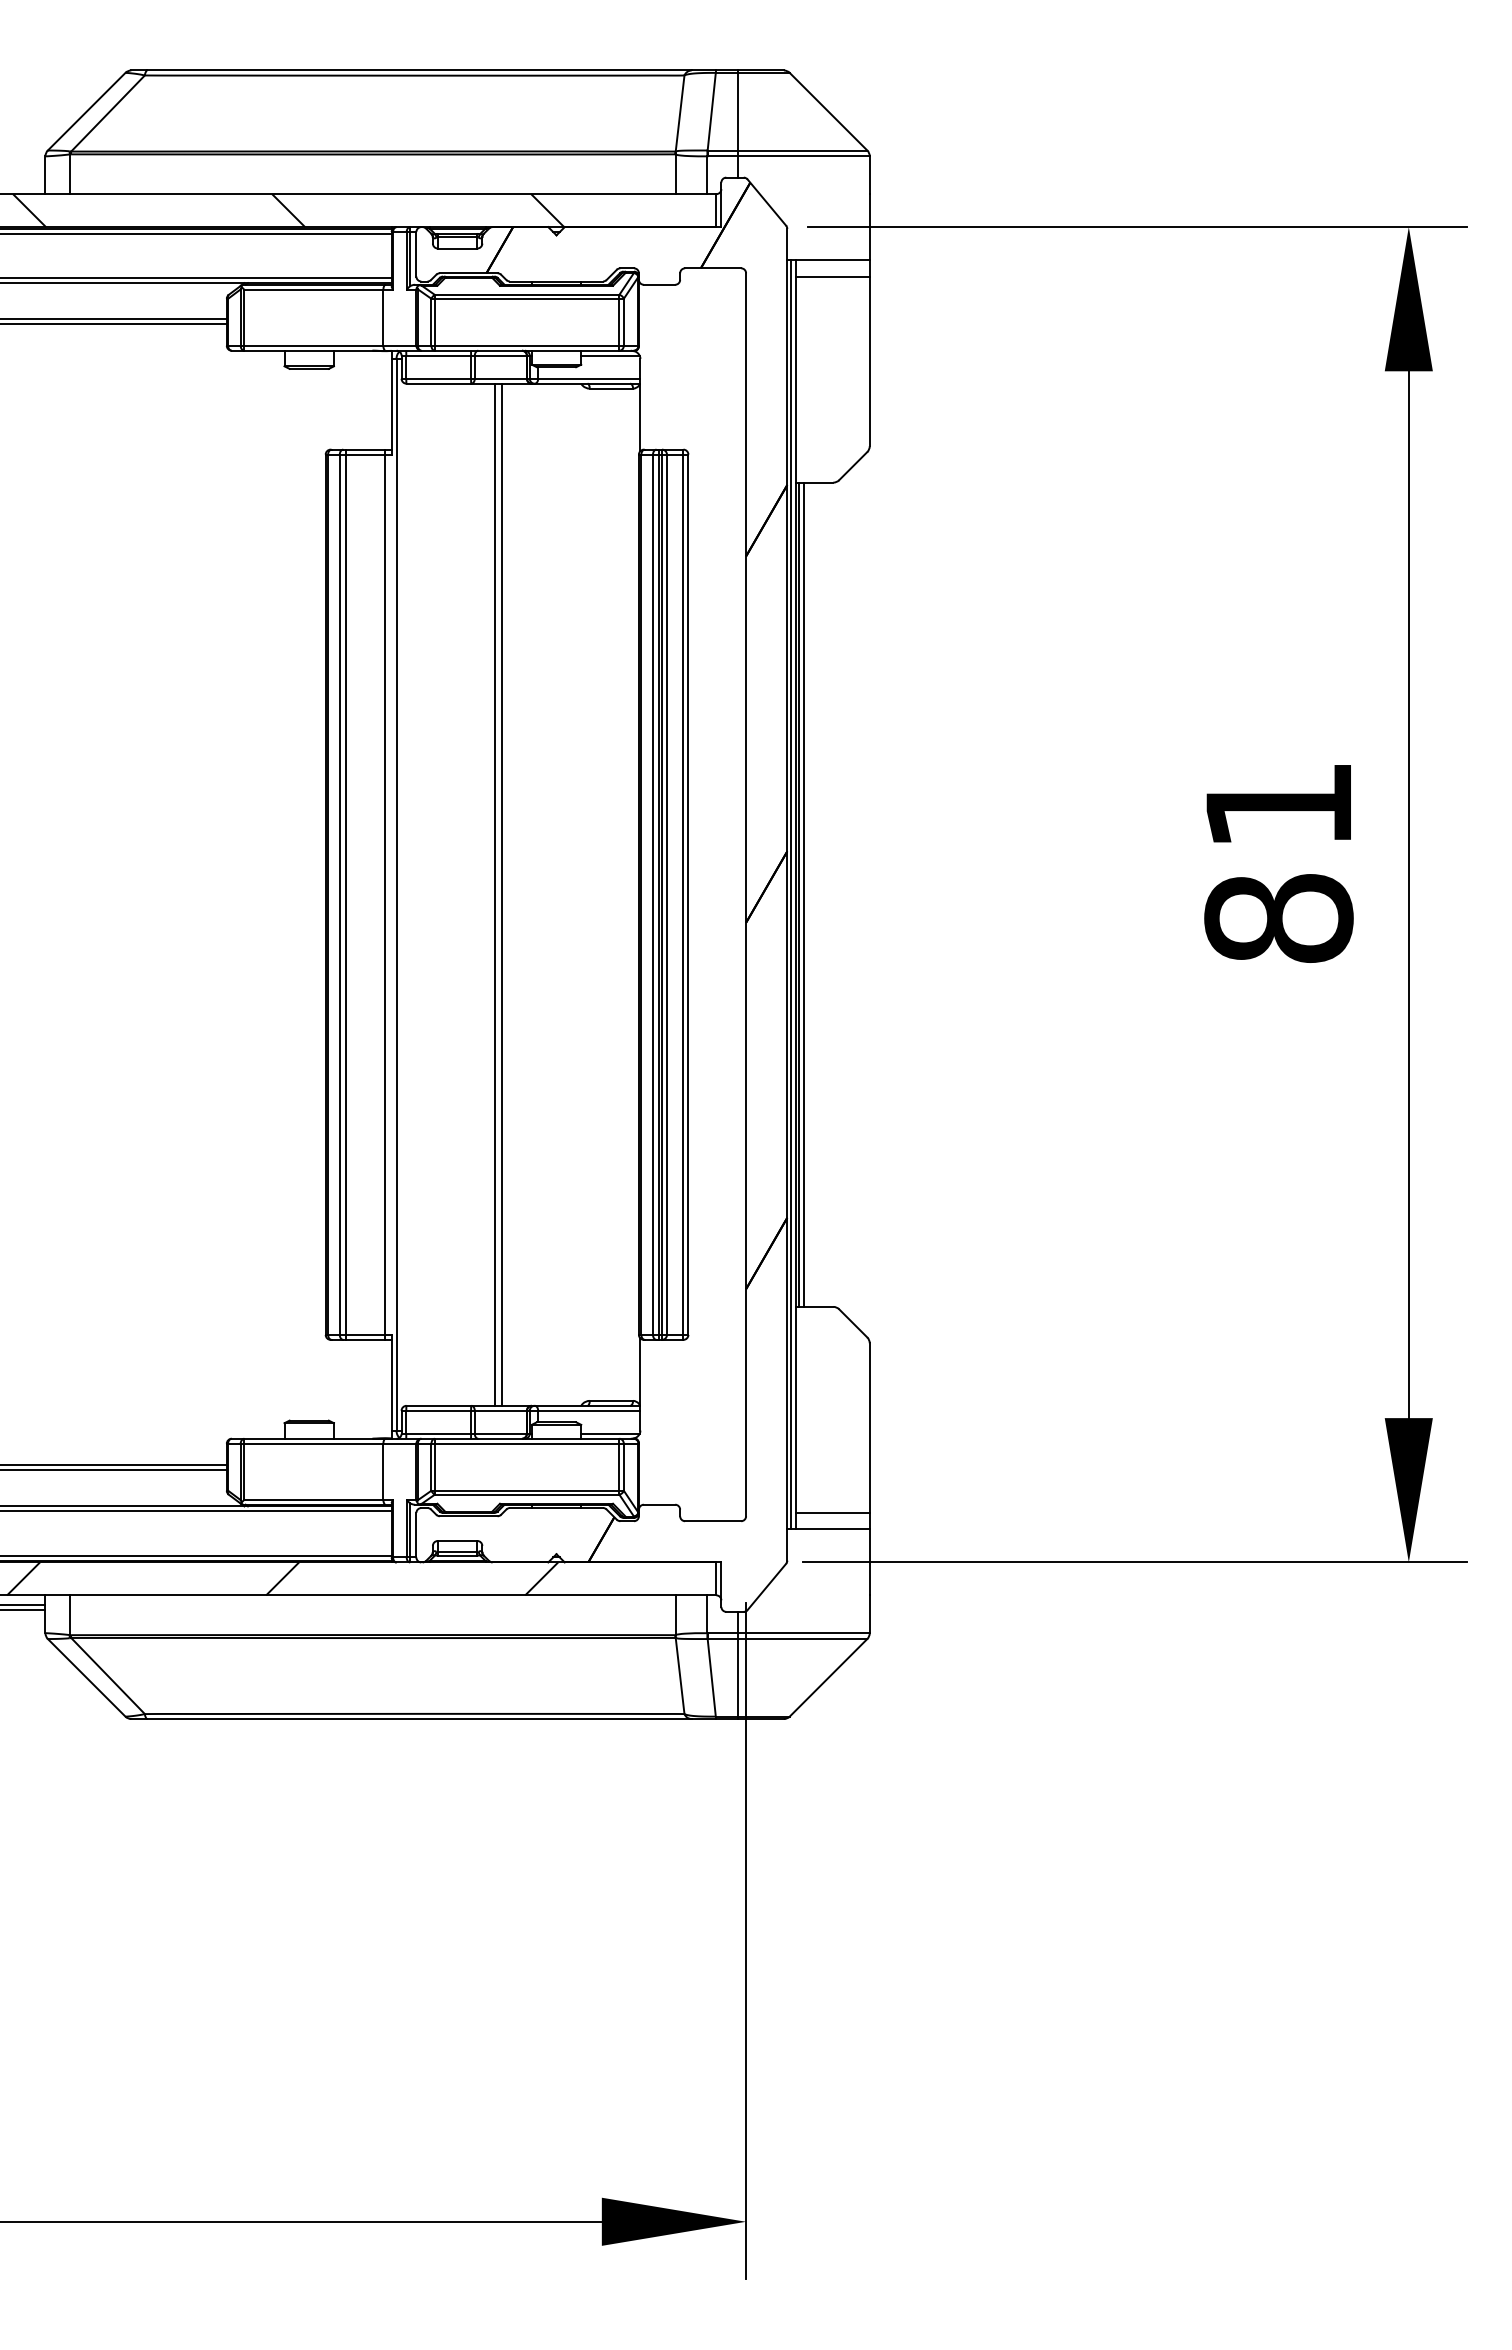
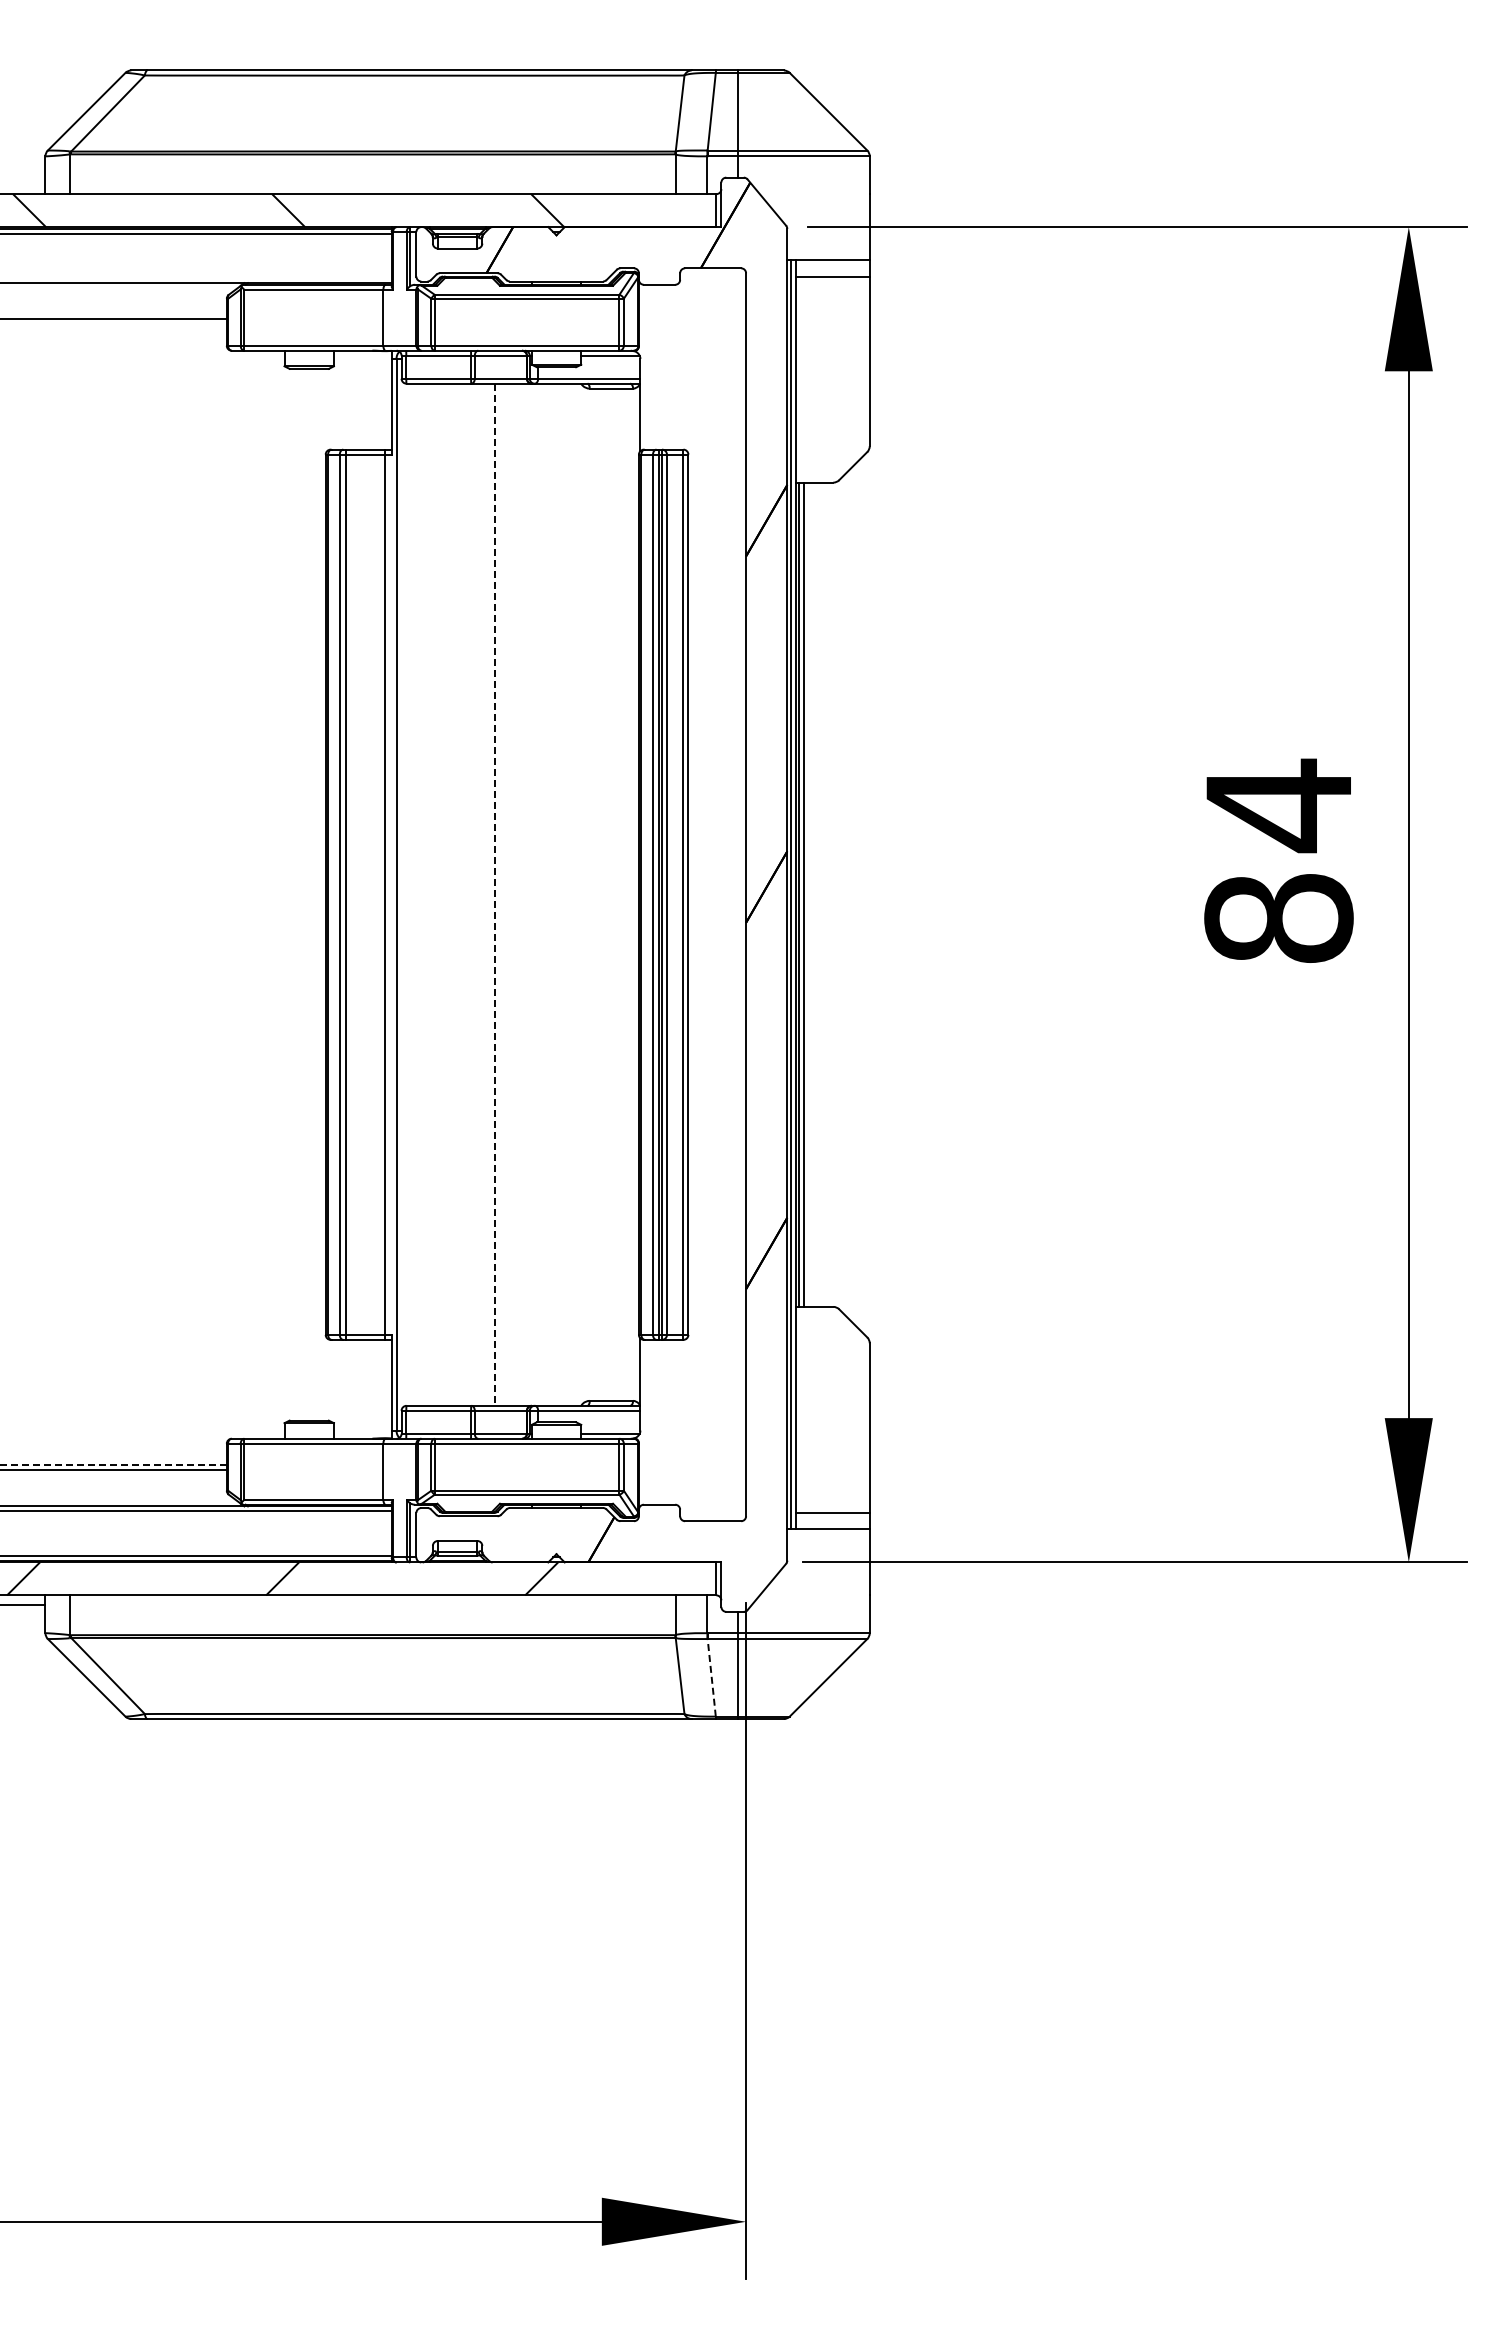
line at (196, 278): present -> none
line at (114, 324): present -> none
text at (1278, 805): 81 -> 84
line at (501, 894): present -> none
line at (495, 895): solid -> dashed
line at (113, 1465): solid -> dashed
line at (23, 1610): present -> none
line at (711, 1677): solid -> dashed
